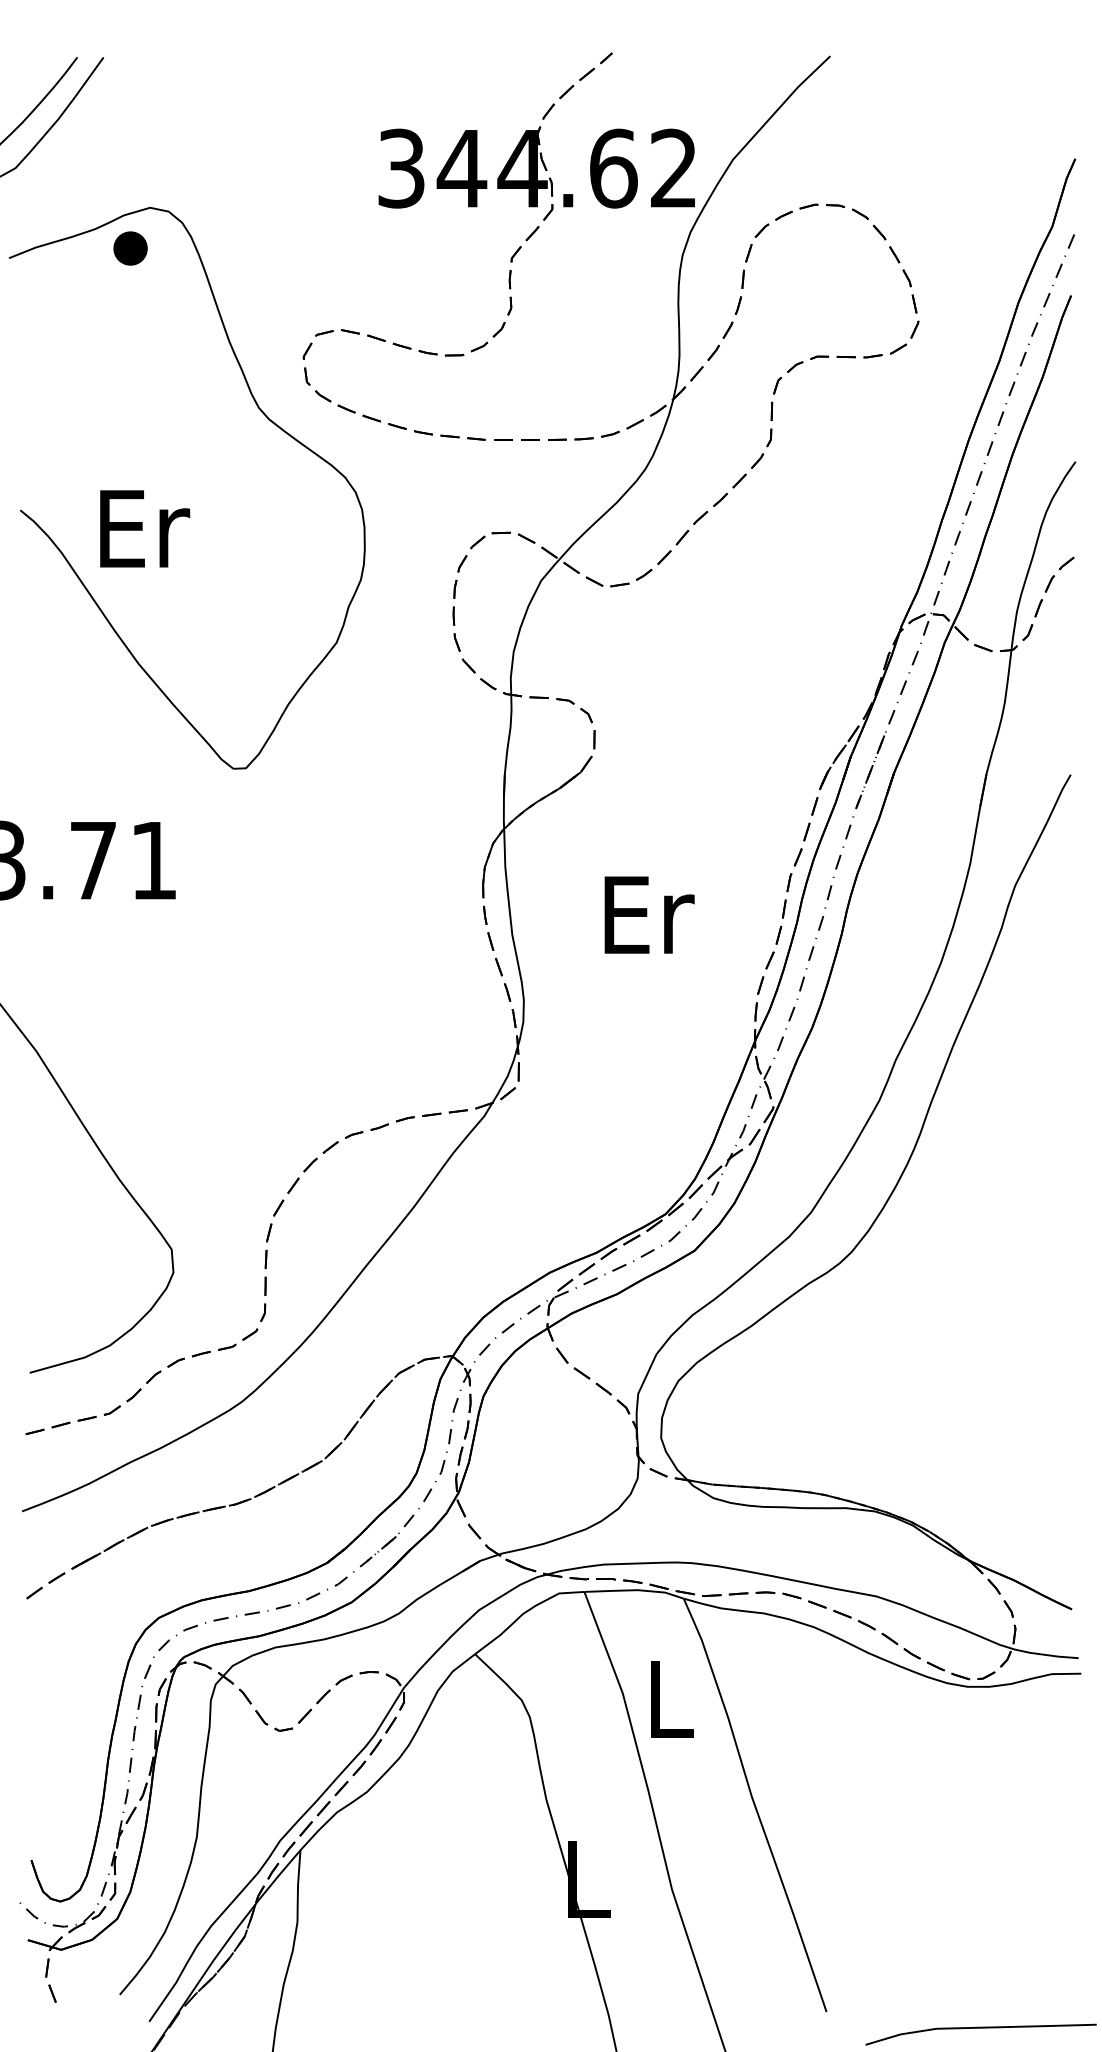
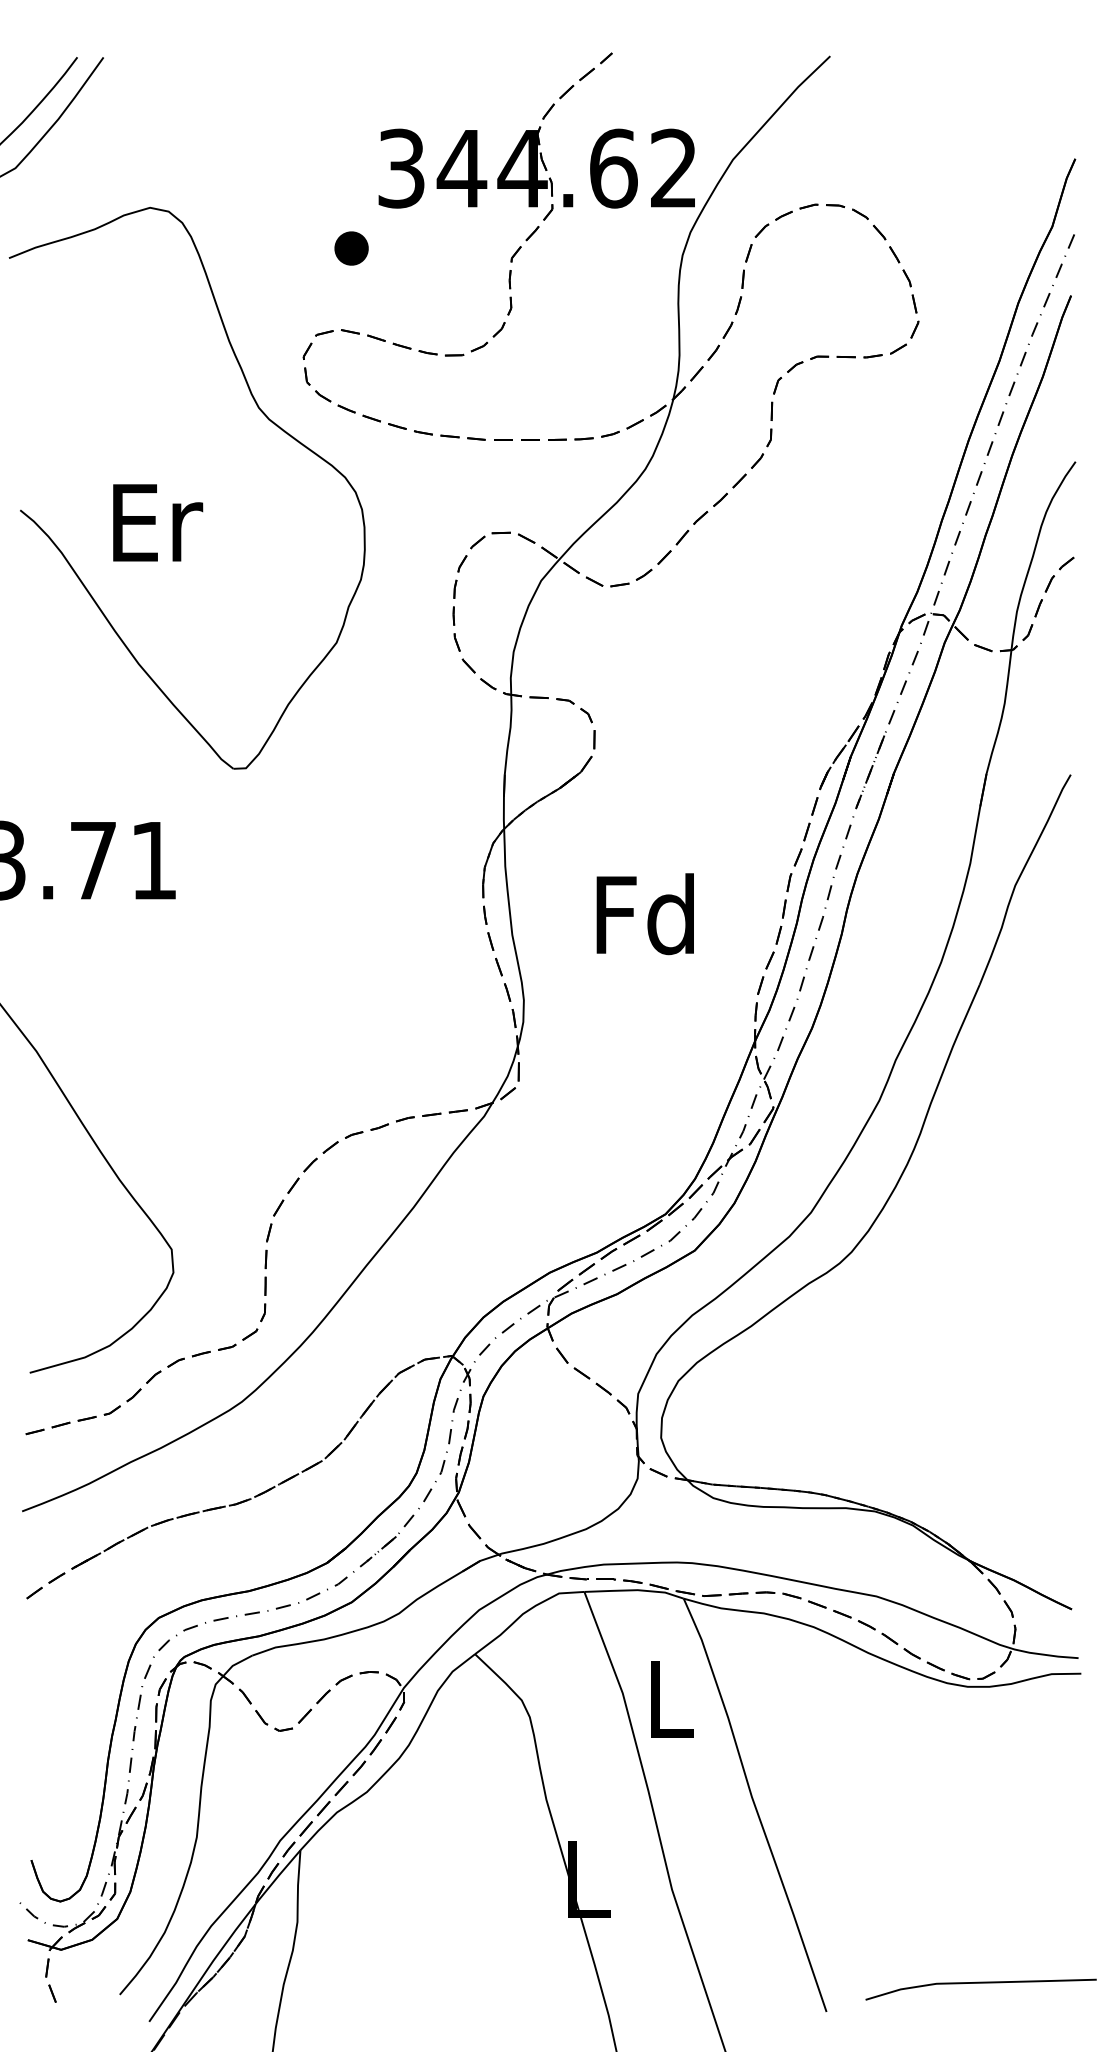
part at (130, 248) position: (130, 248) -> (351, 248)
text at (145, 528) position: (145, 528) -> (158, 522)
text at (645, 914): Er -> Fd
curve at (980, 2028) position: (980, 2028) -> (980, 1983)
